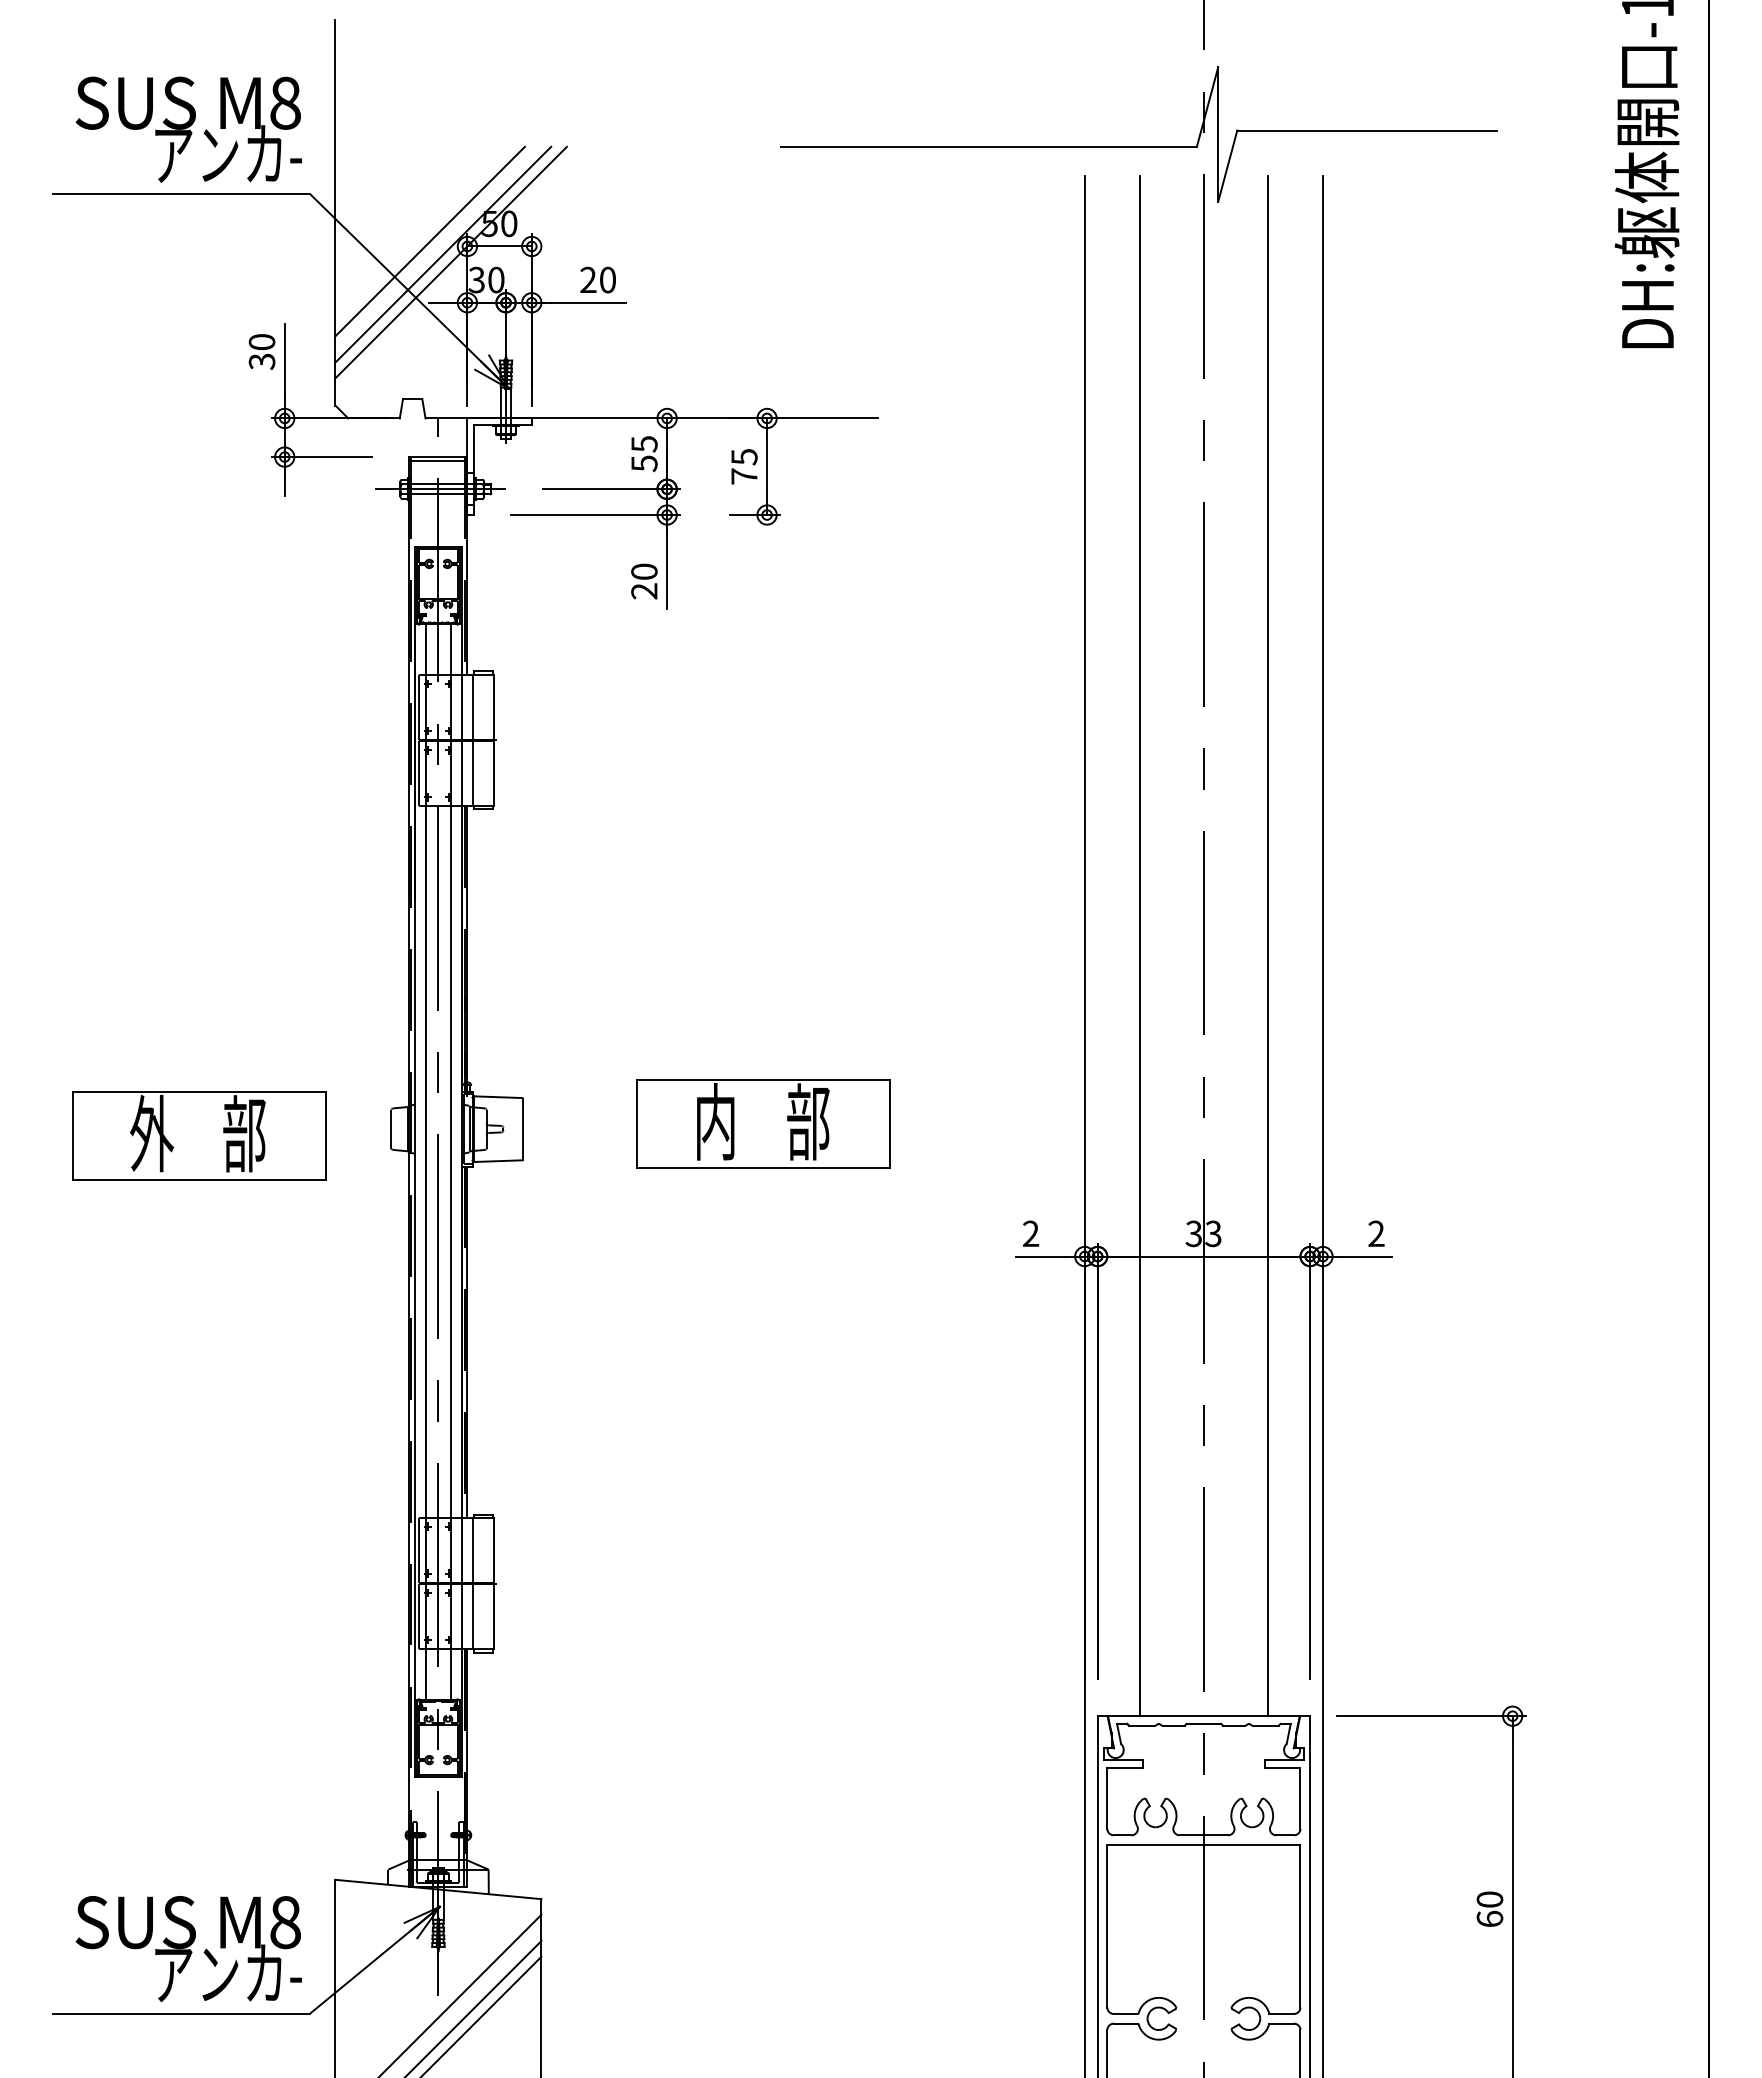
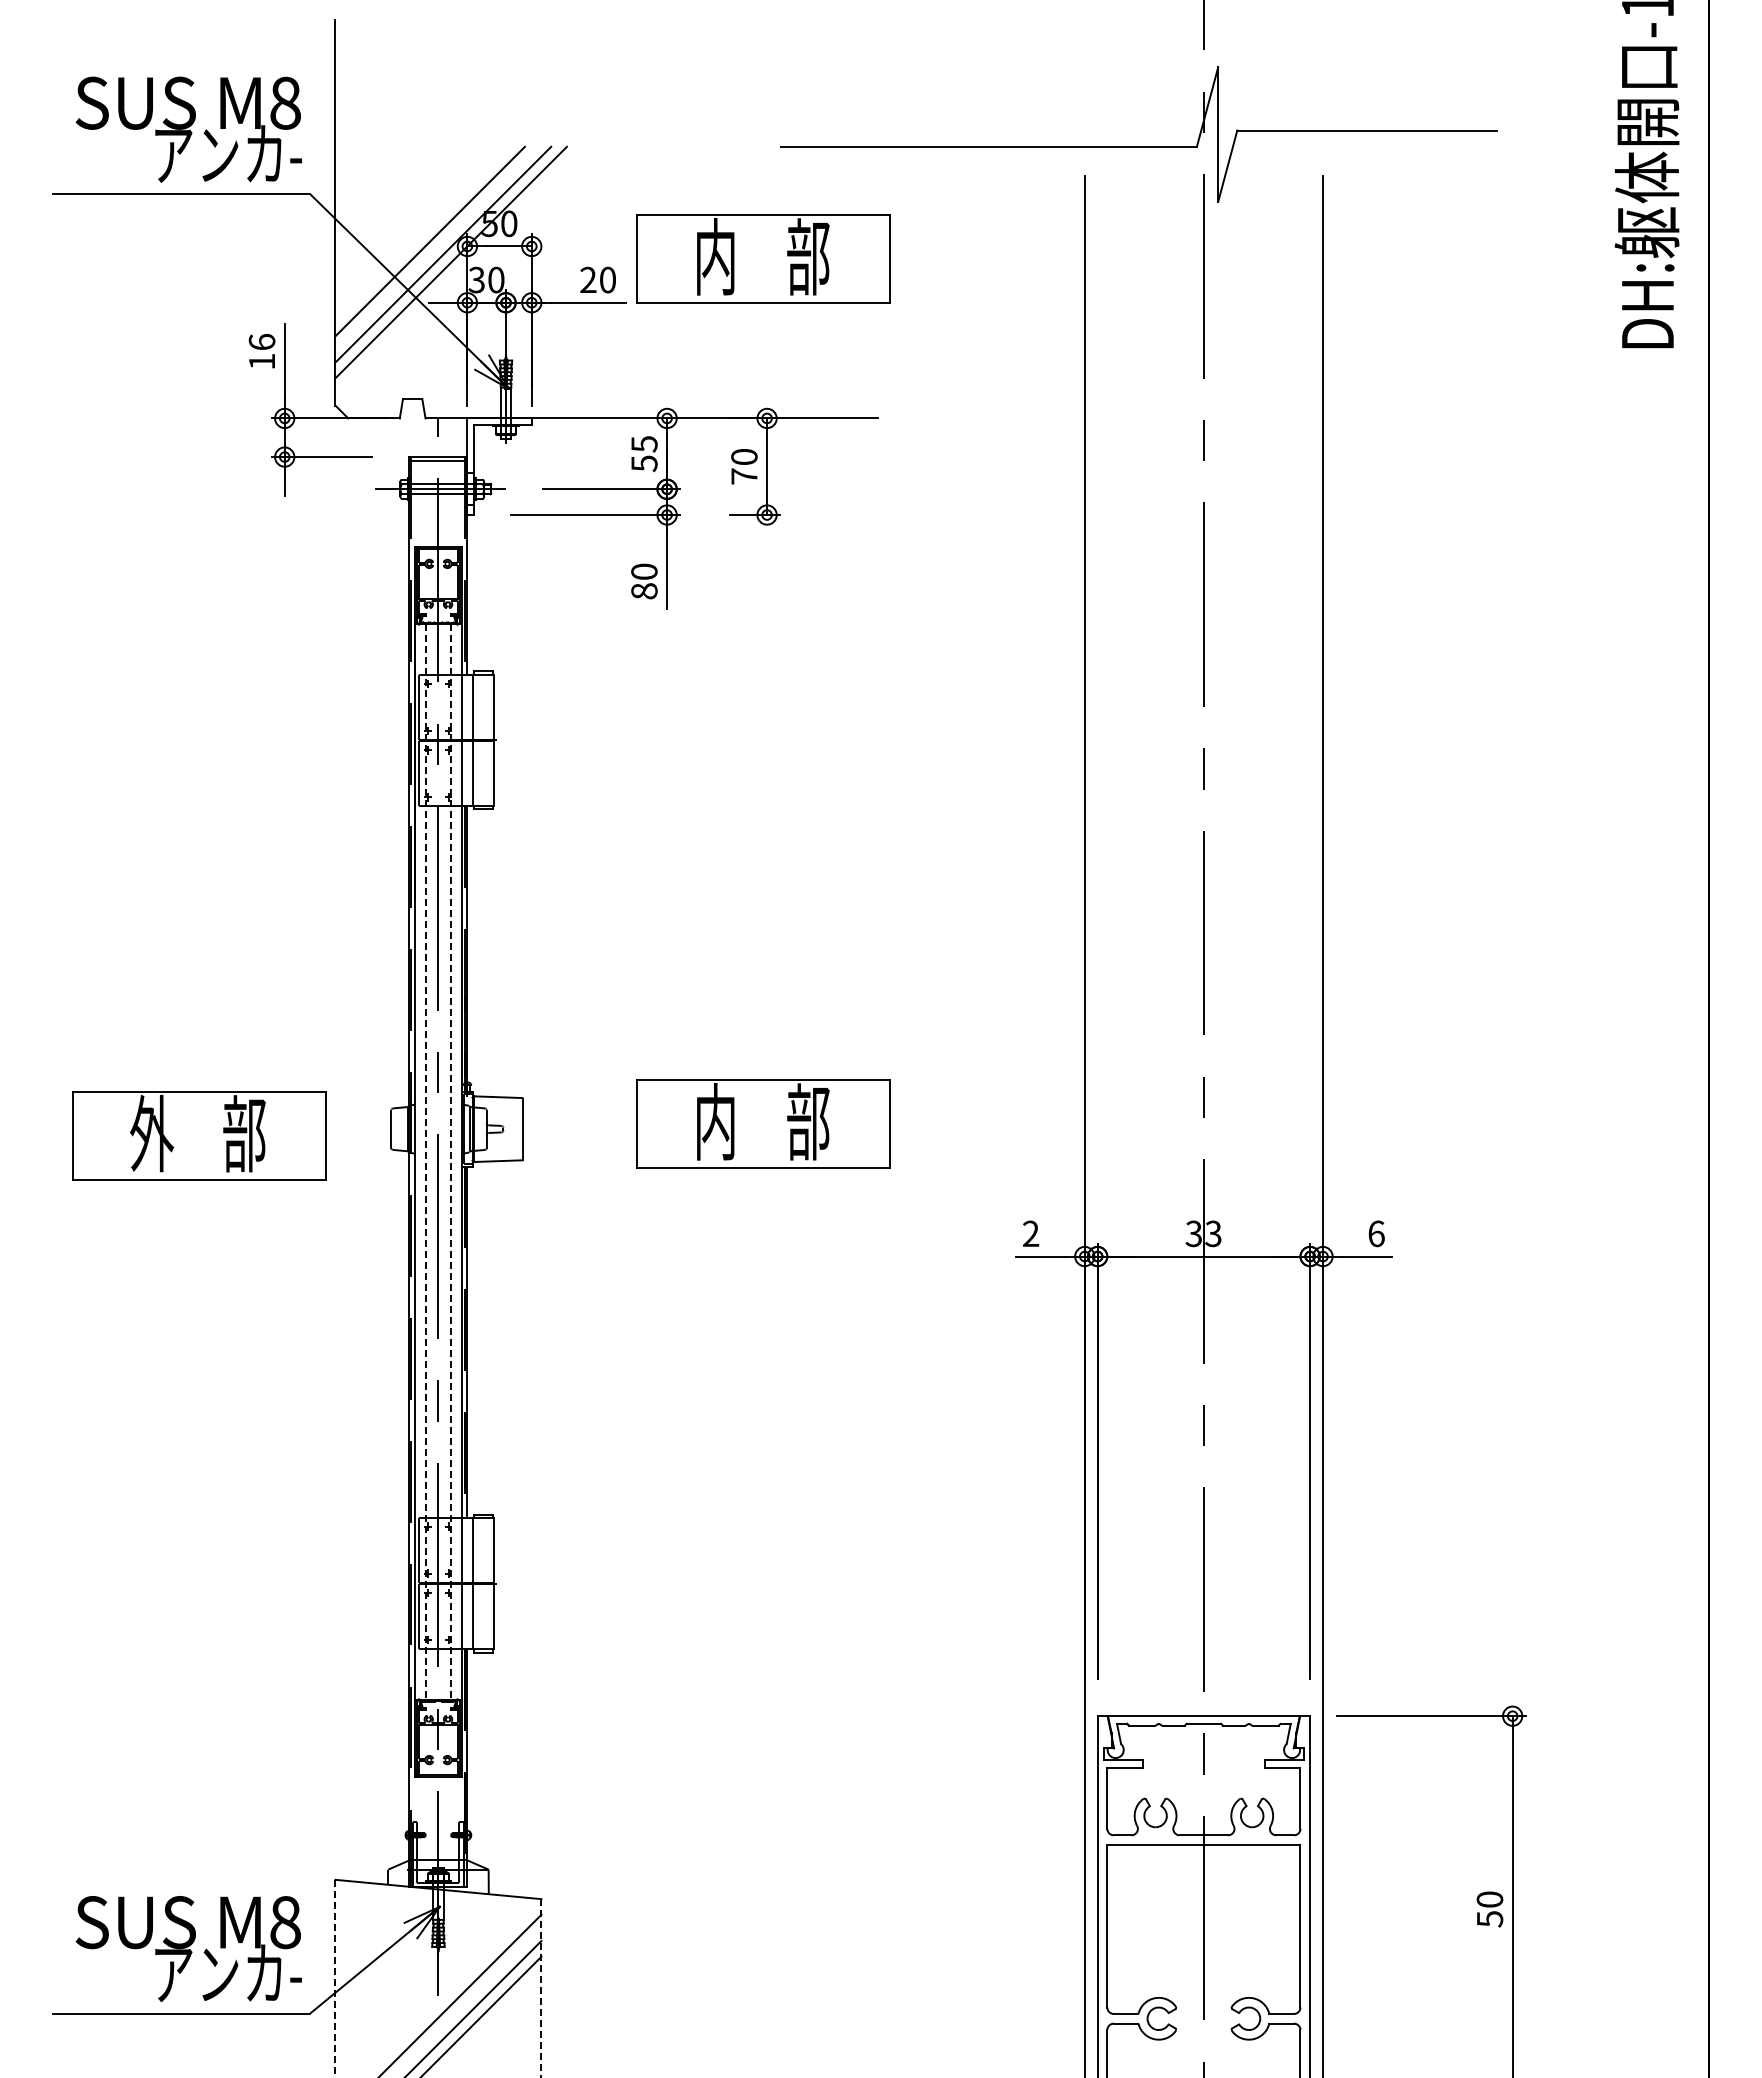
part at (763, 258): none -> present
text at (261, 352): 30 -> 16
text at (744, 457): 75 -> 70
text at (644, 591): 20 -> 80
line at (1139, 946): present -> none
line at (1268, 946): present -> none
line at (425, 1162): solid -> dashed
line at (451, 1162): solid -> dashed
text at (1376, 1233): 2 -> 6
text at (1489, 1918): 60 -> 50
line at (335, 1978): solid -> dashed
line at (541, 1989): solid -> dashed
